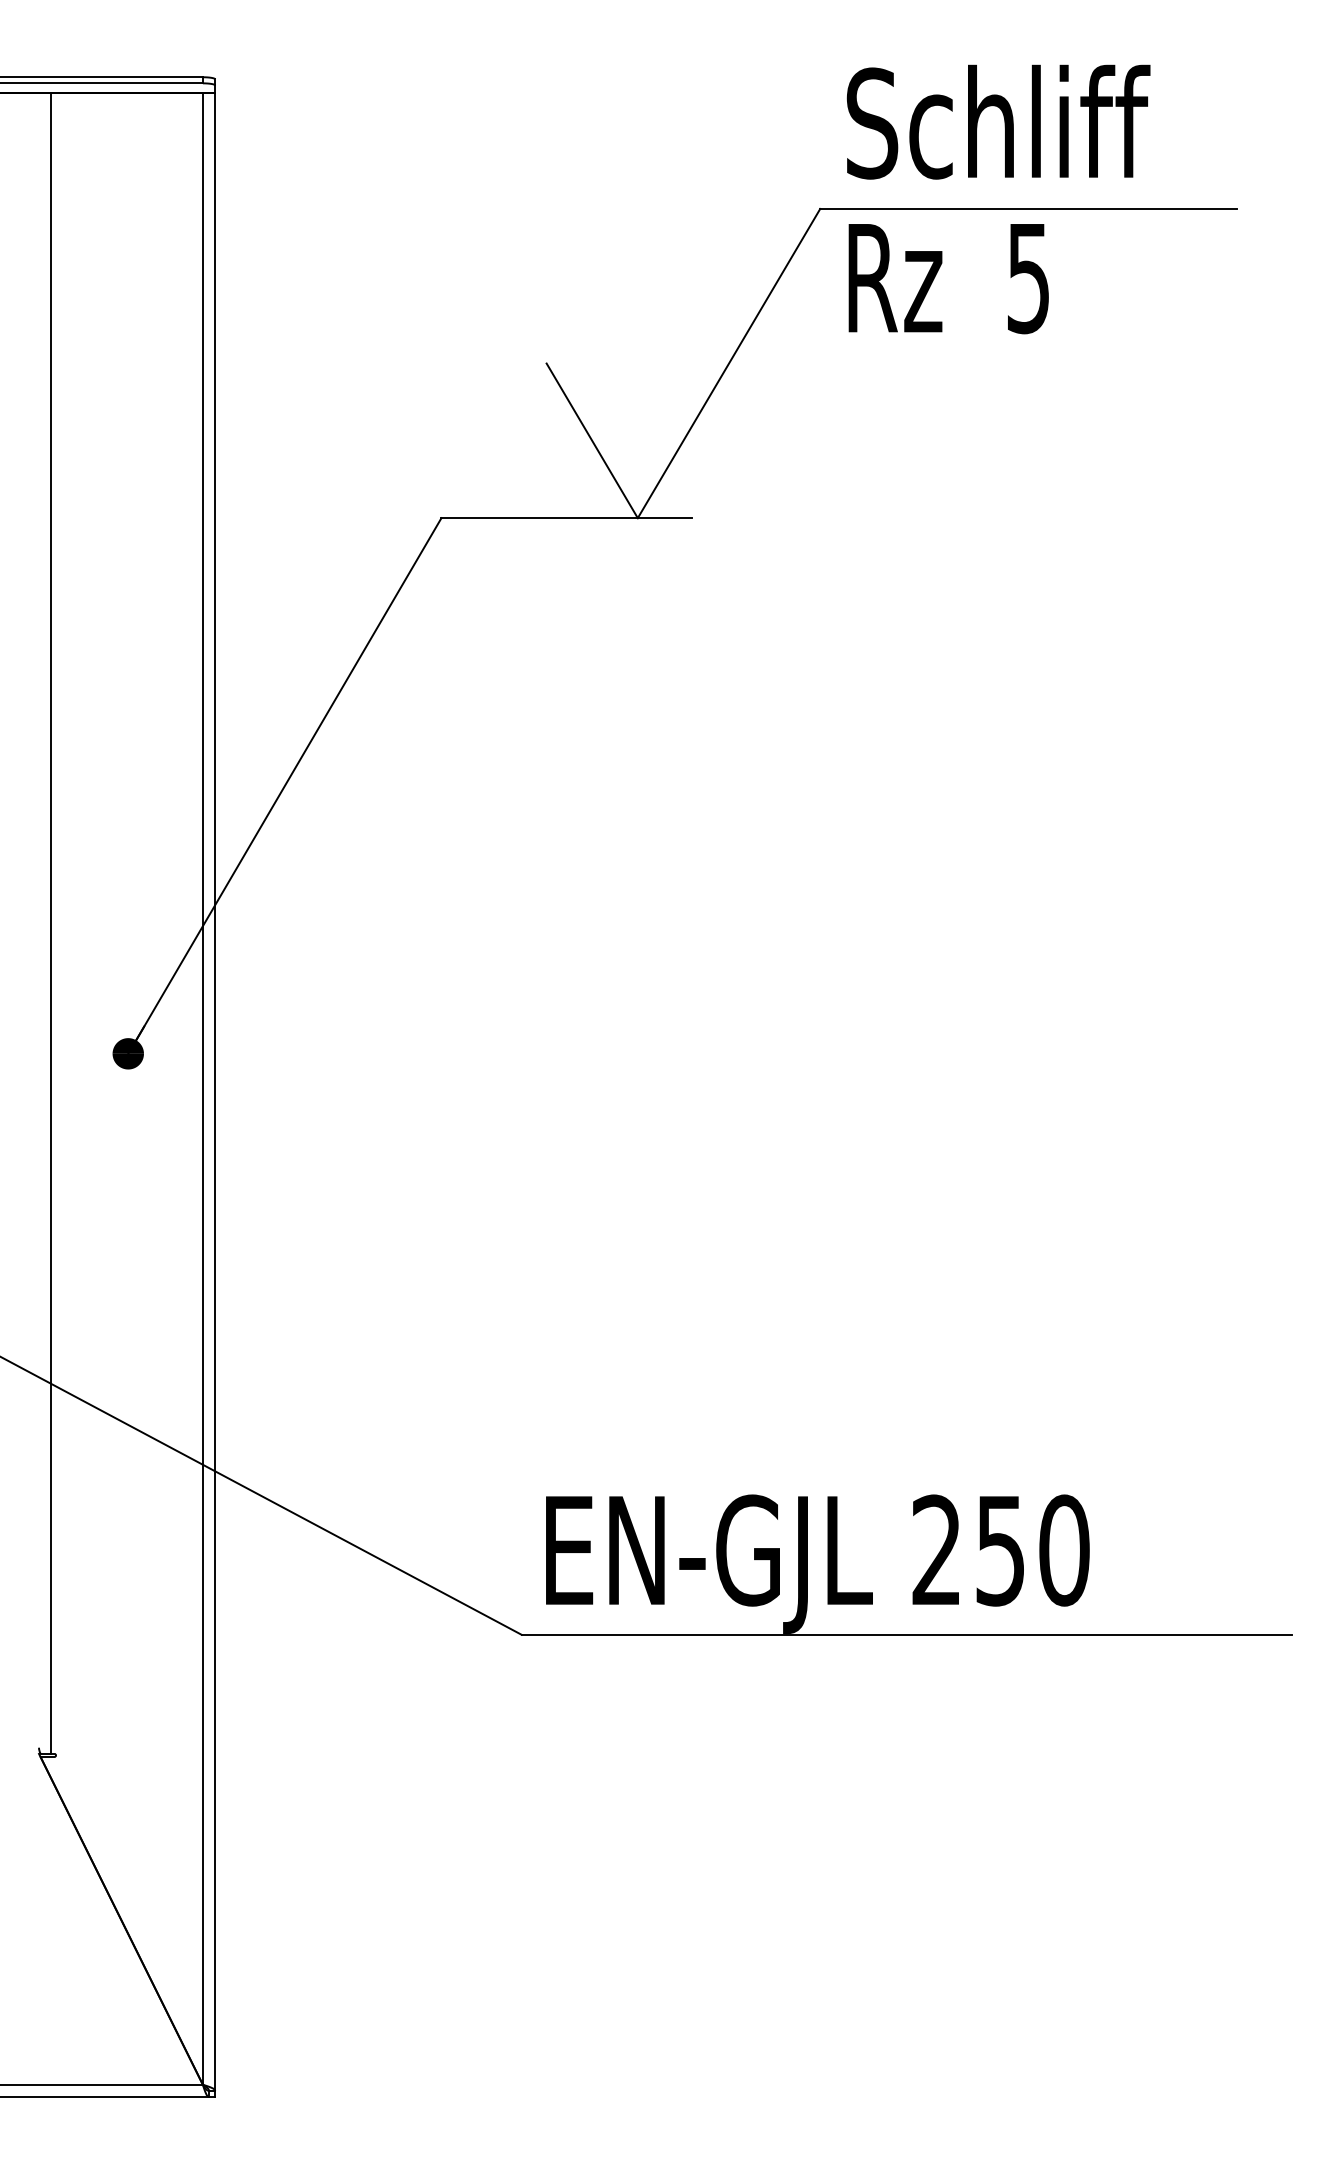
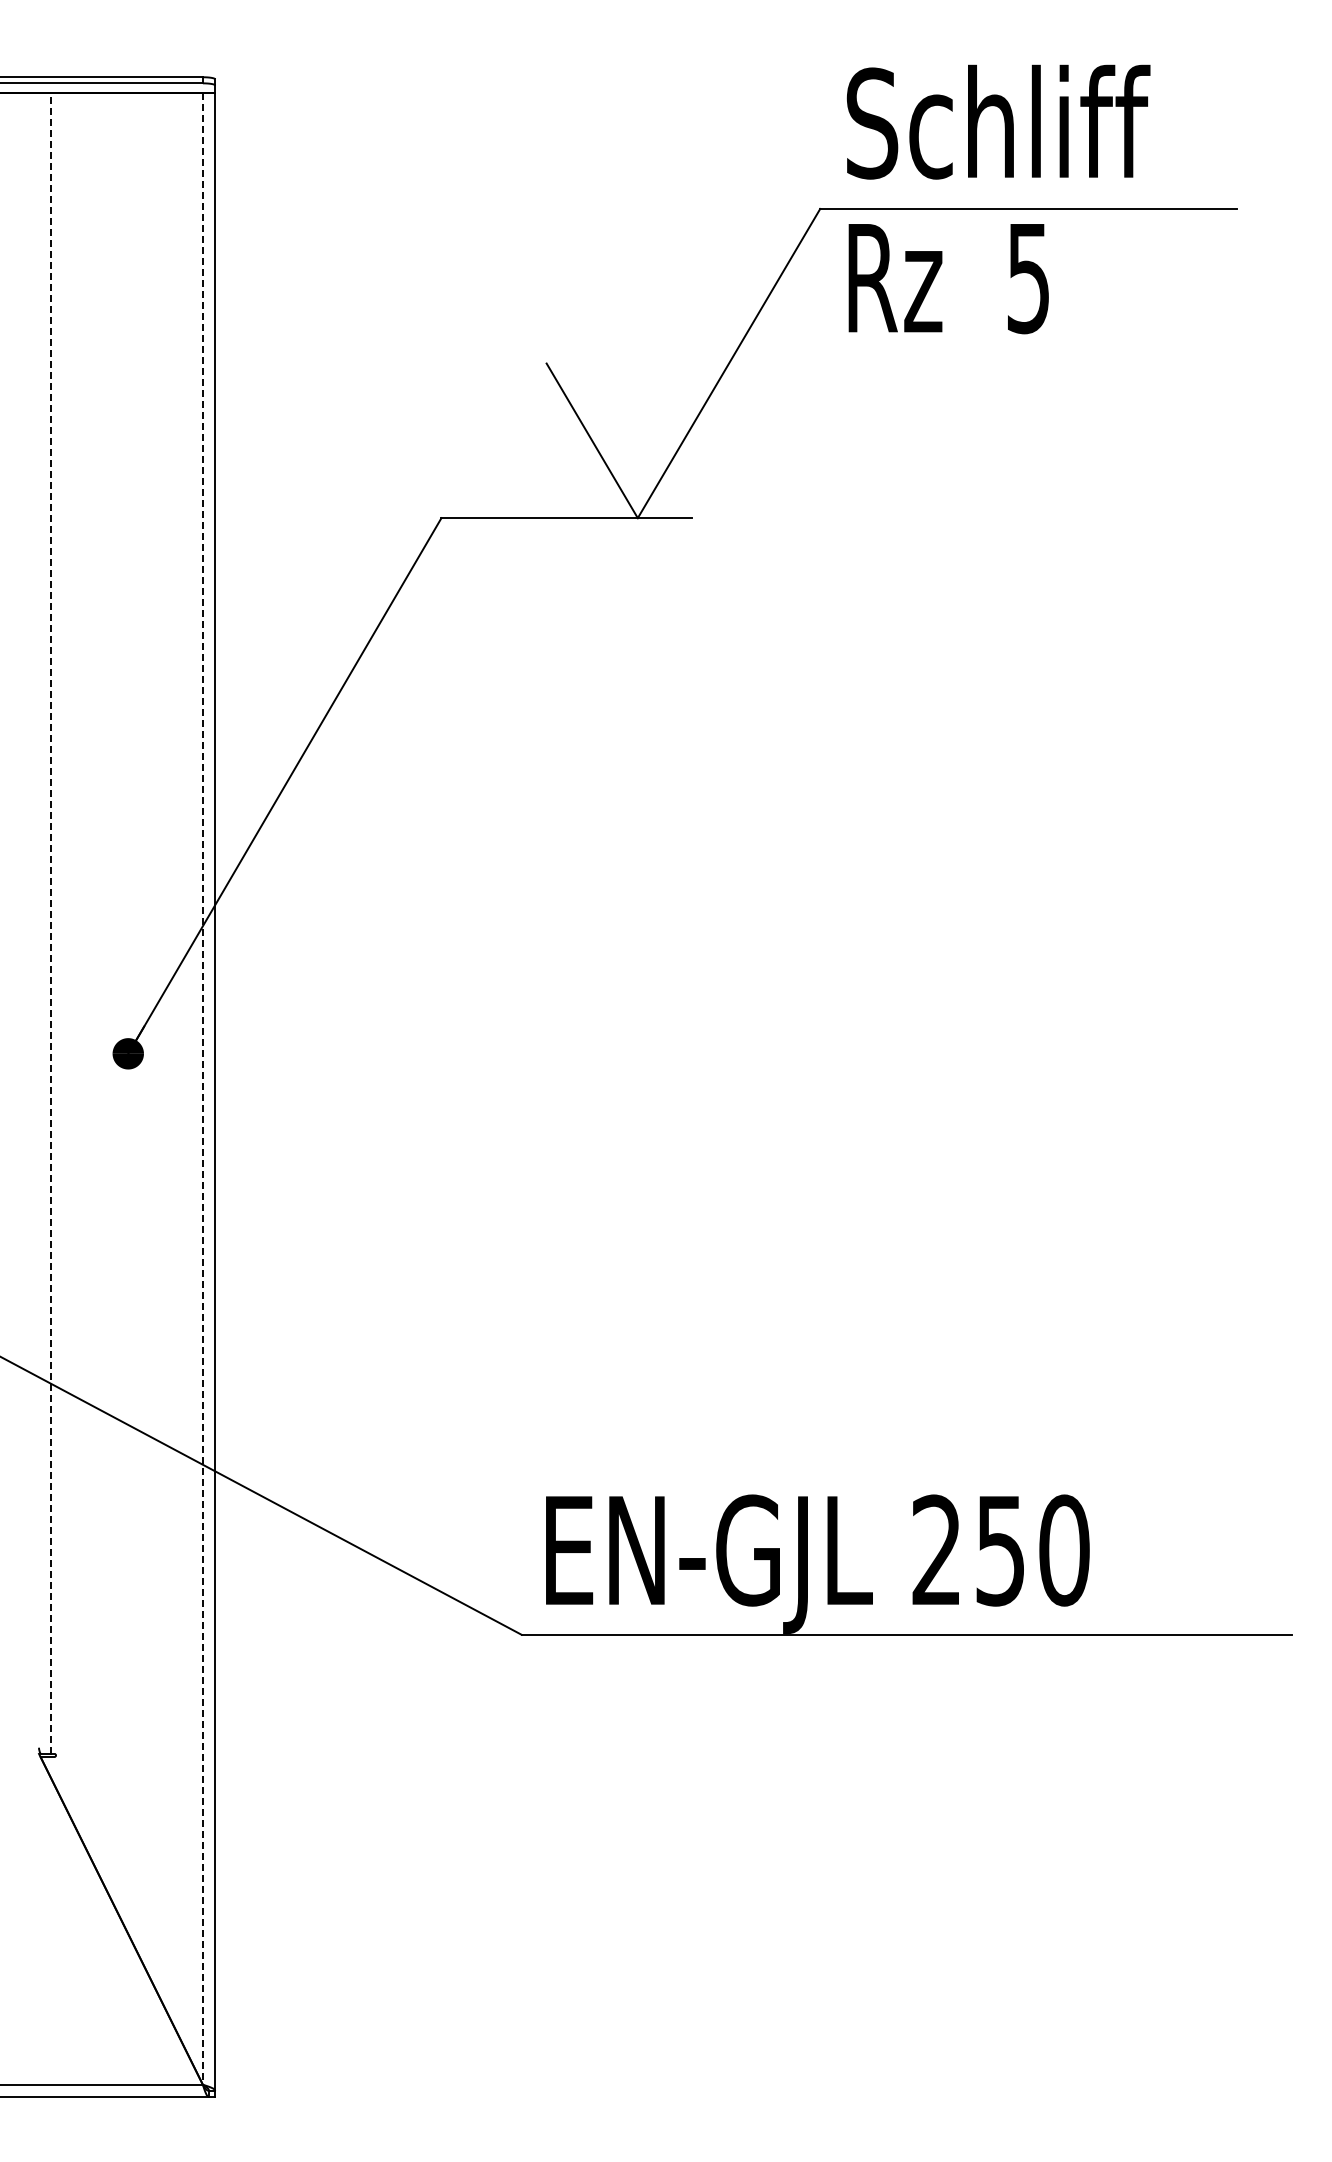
line at (51, 923): solid -> dashed
line at (202, 1089): solid -> dashed
